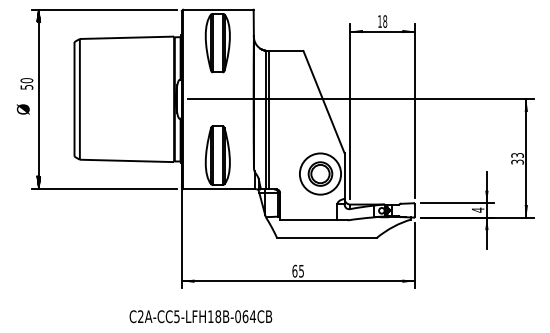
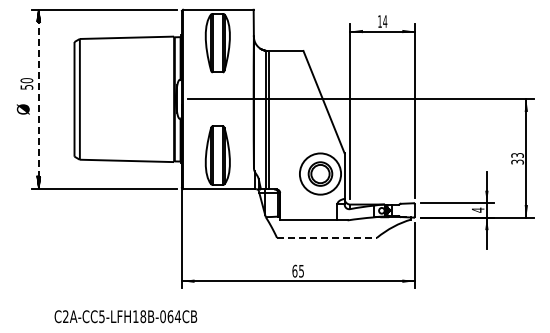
text at (385, 21): 18 -> 14
line at (38, 99): solid -> dashed
line at (326, 237): solid -> dashed
text at (200, 316) position: (200, 316) -> (125, 316)
